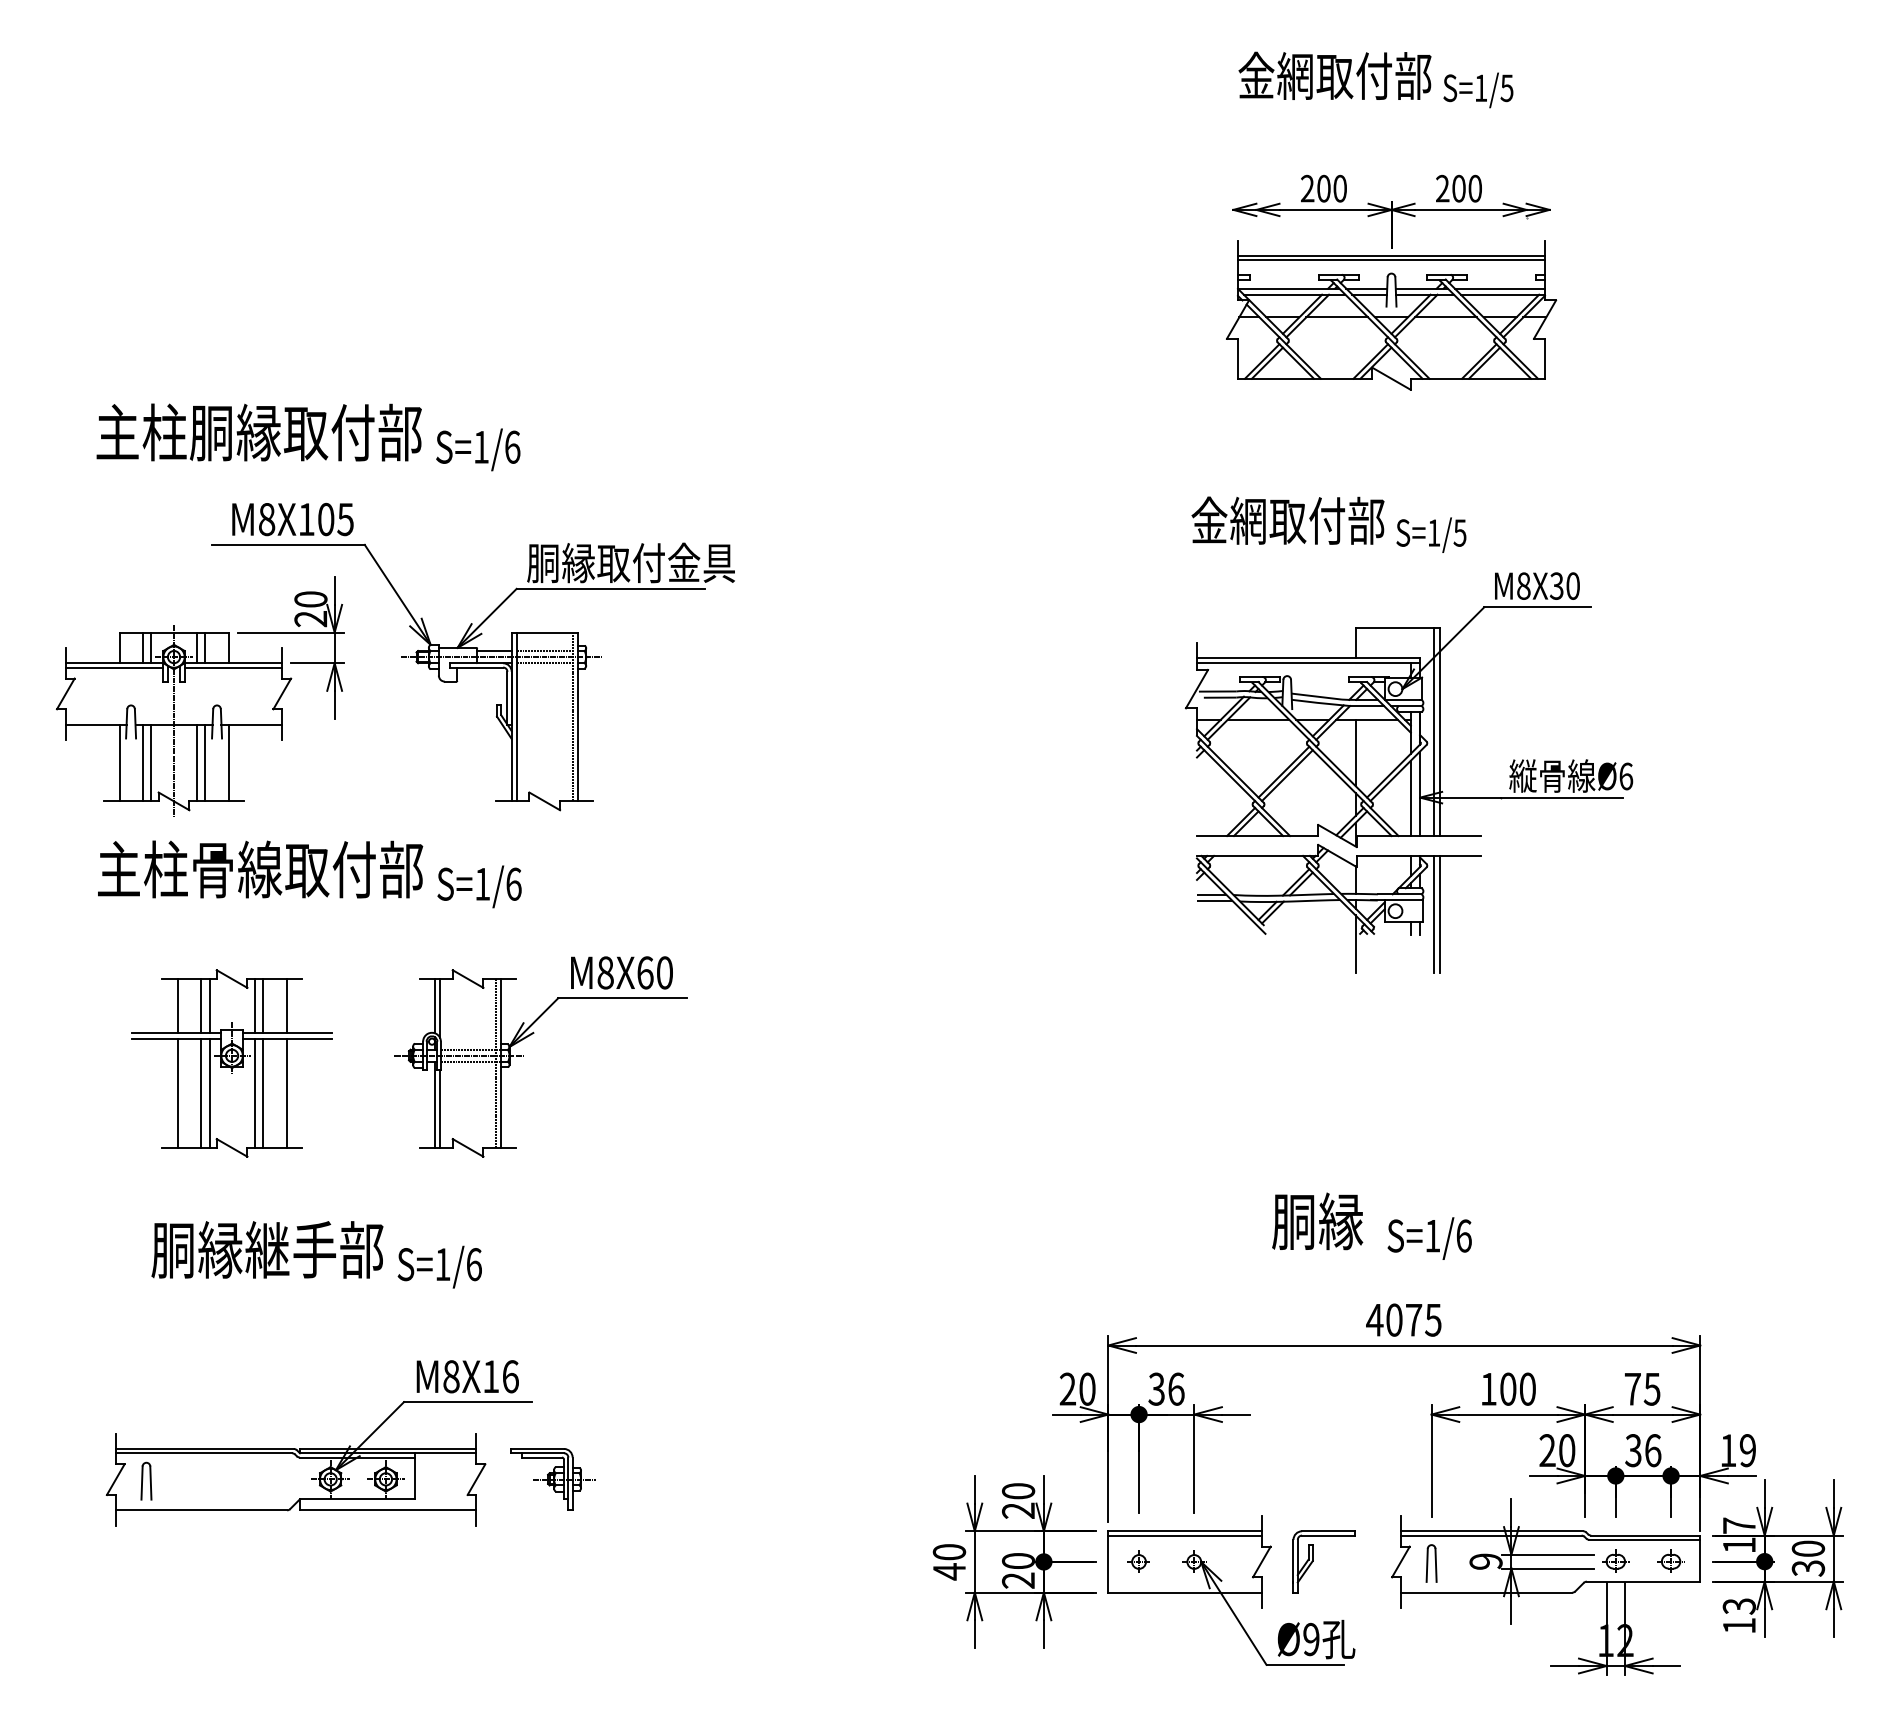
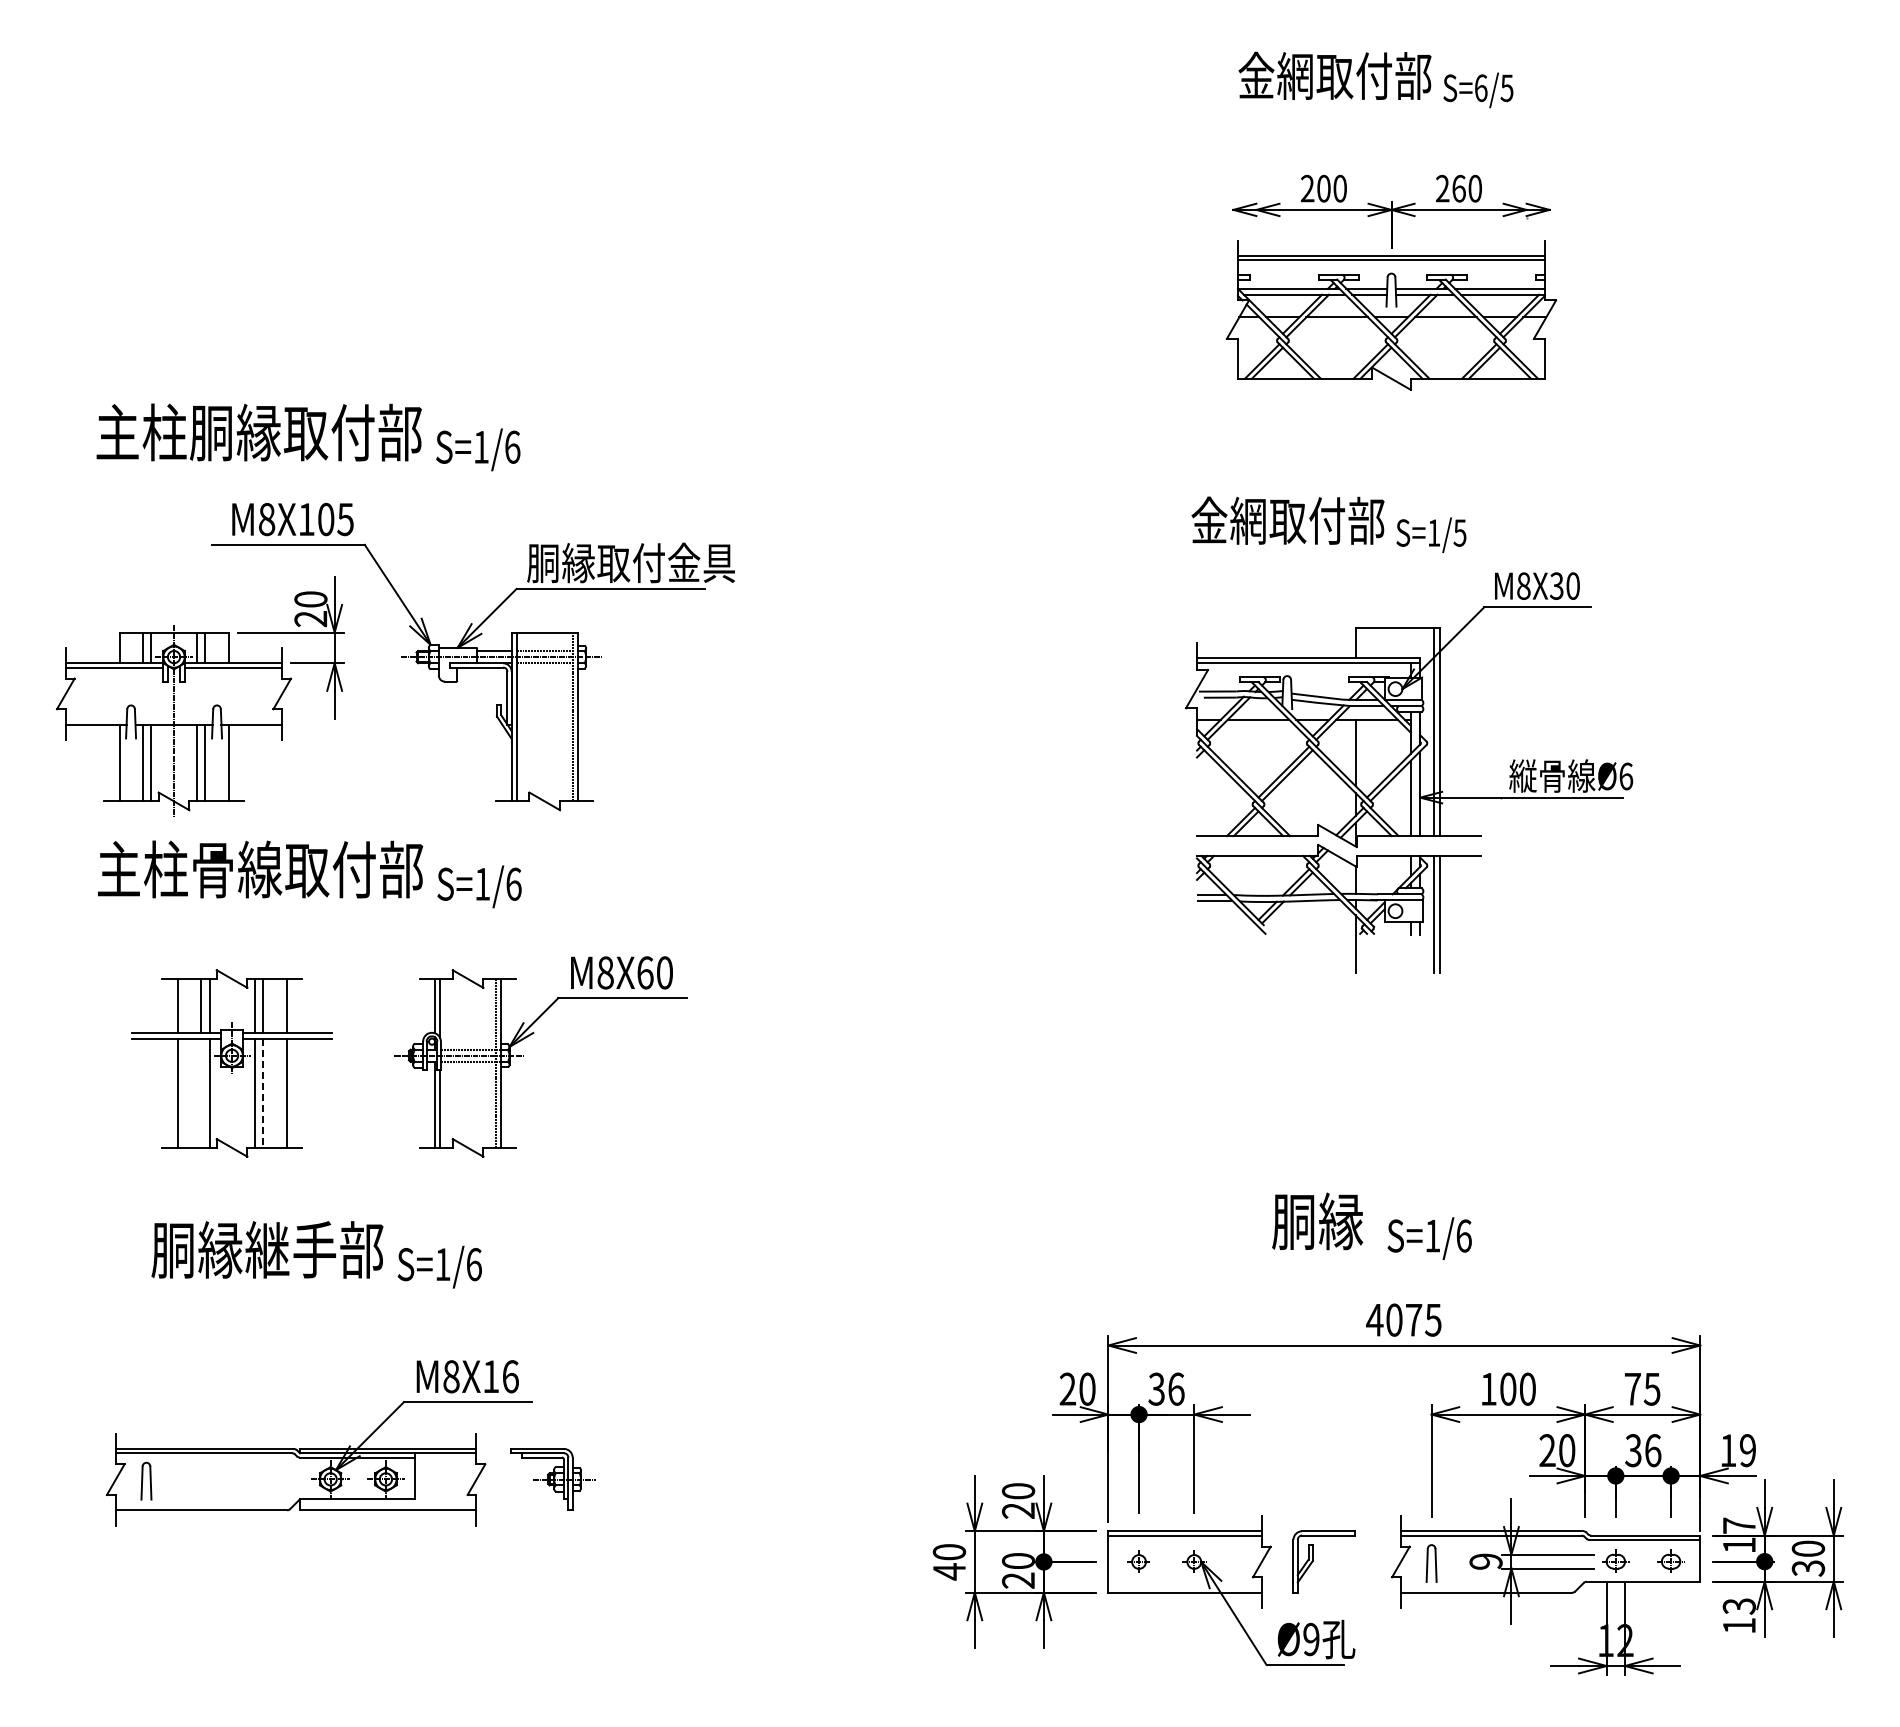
text at (1481, 88): S=1/5 -> S=6/5
text at (1458, 188): 200 -> 260
line at (200, 1093): present -> none
line at (263, 1094): solid -> dashed
